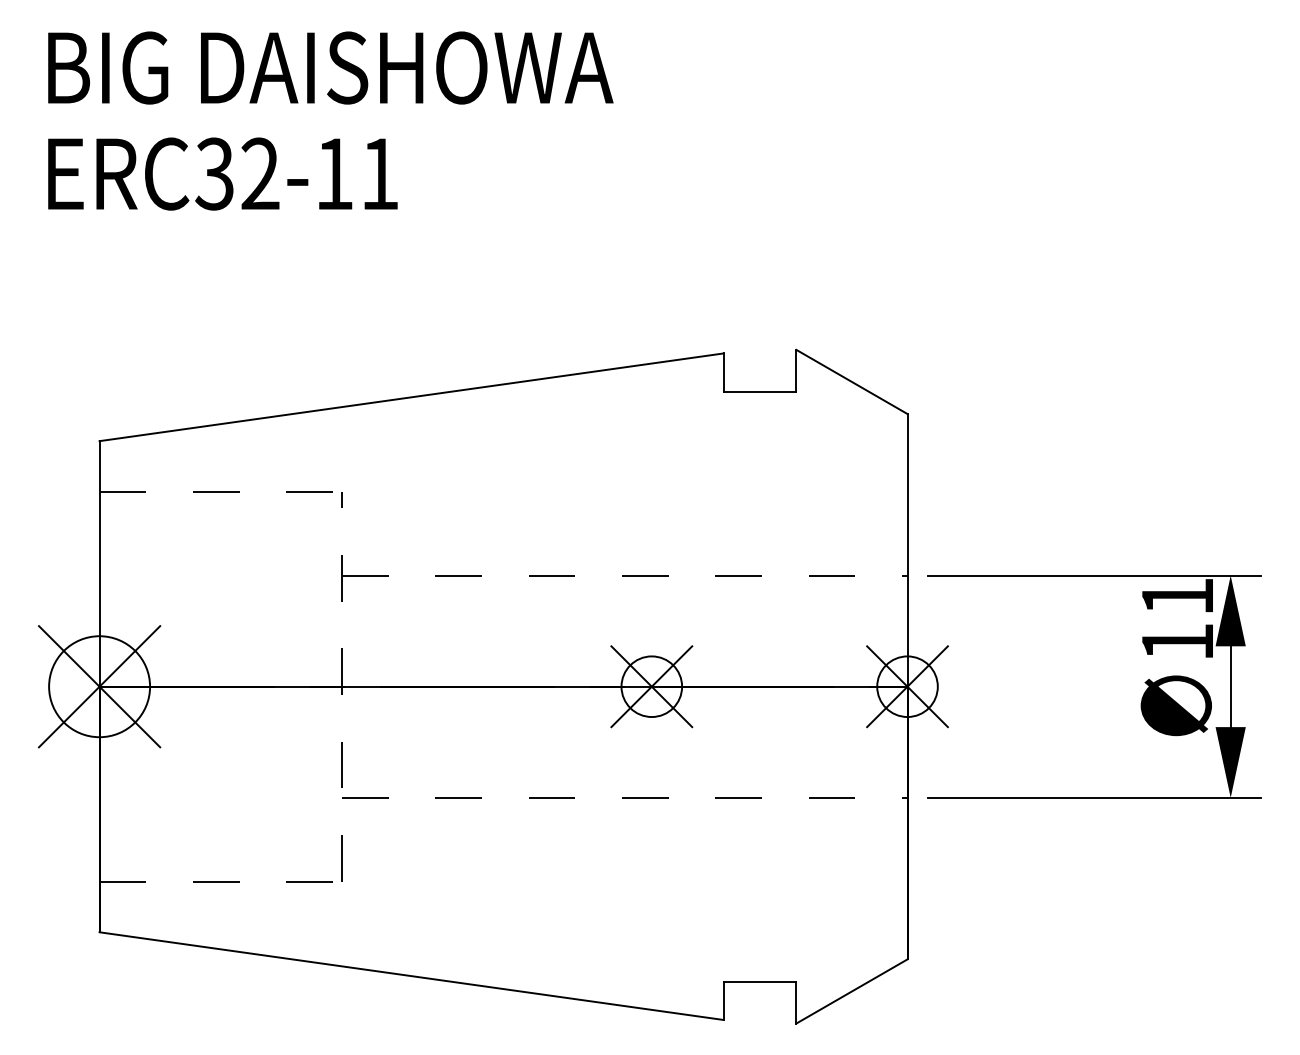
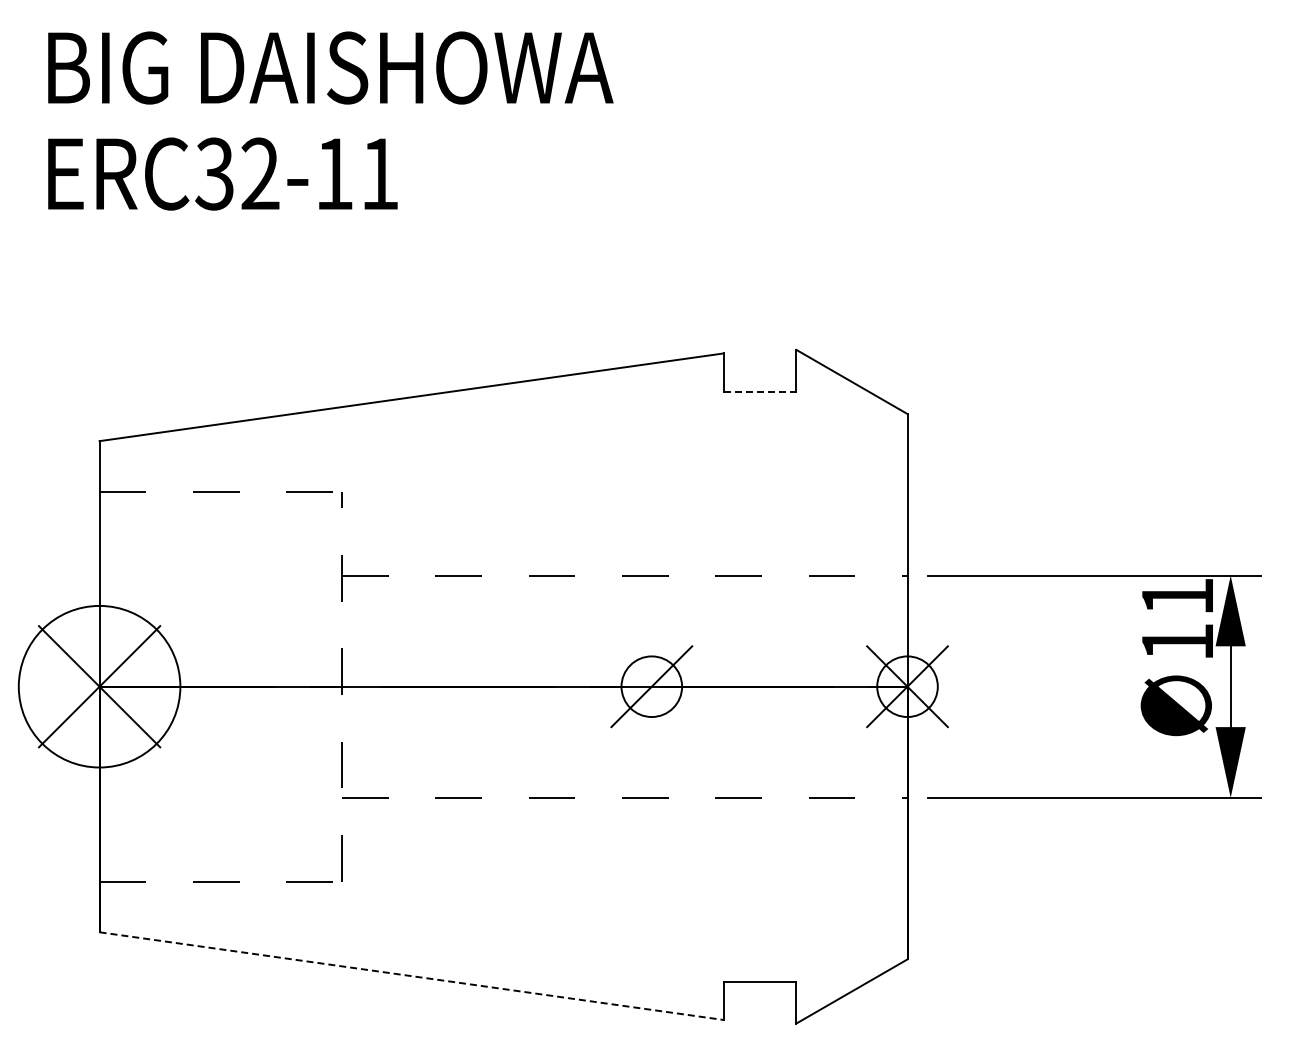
line at (760, 391): solid -> dashed
circle at (99, 686) diameter: 101 px -> 162 px
line at (651, 686): present -> none
line at (412, 976): solid -> dashed
